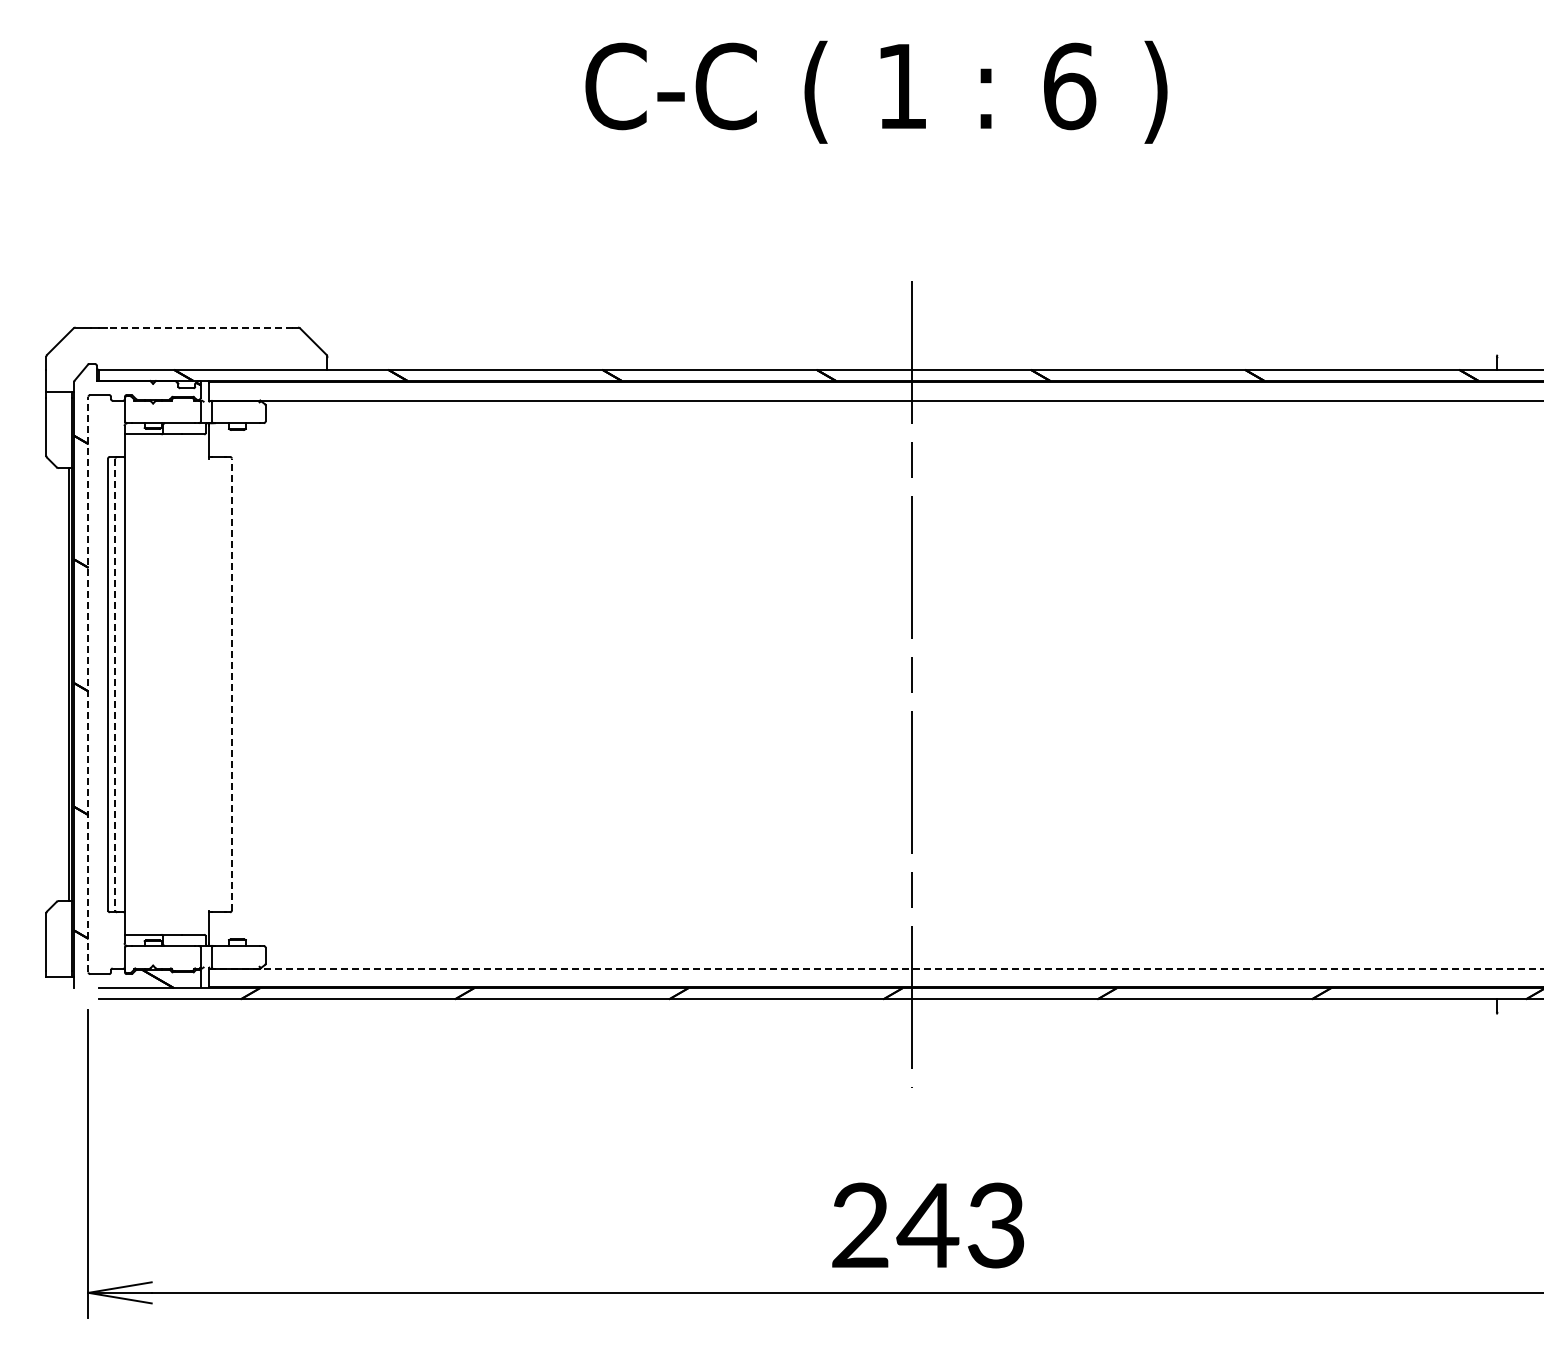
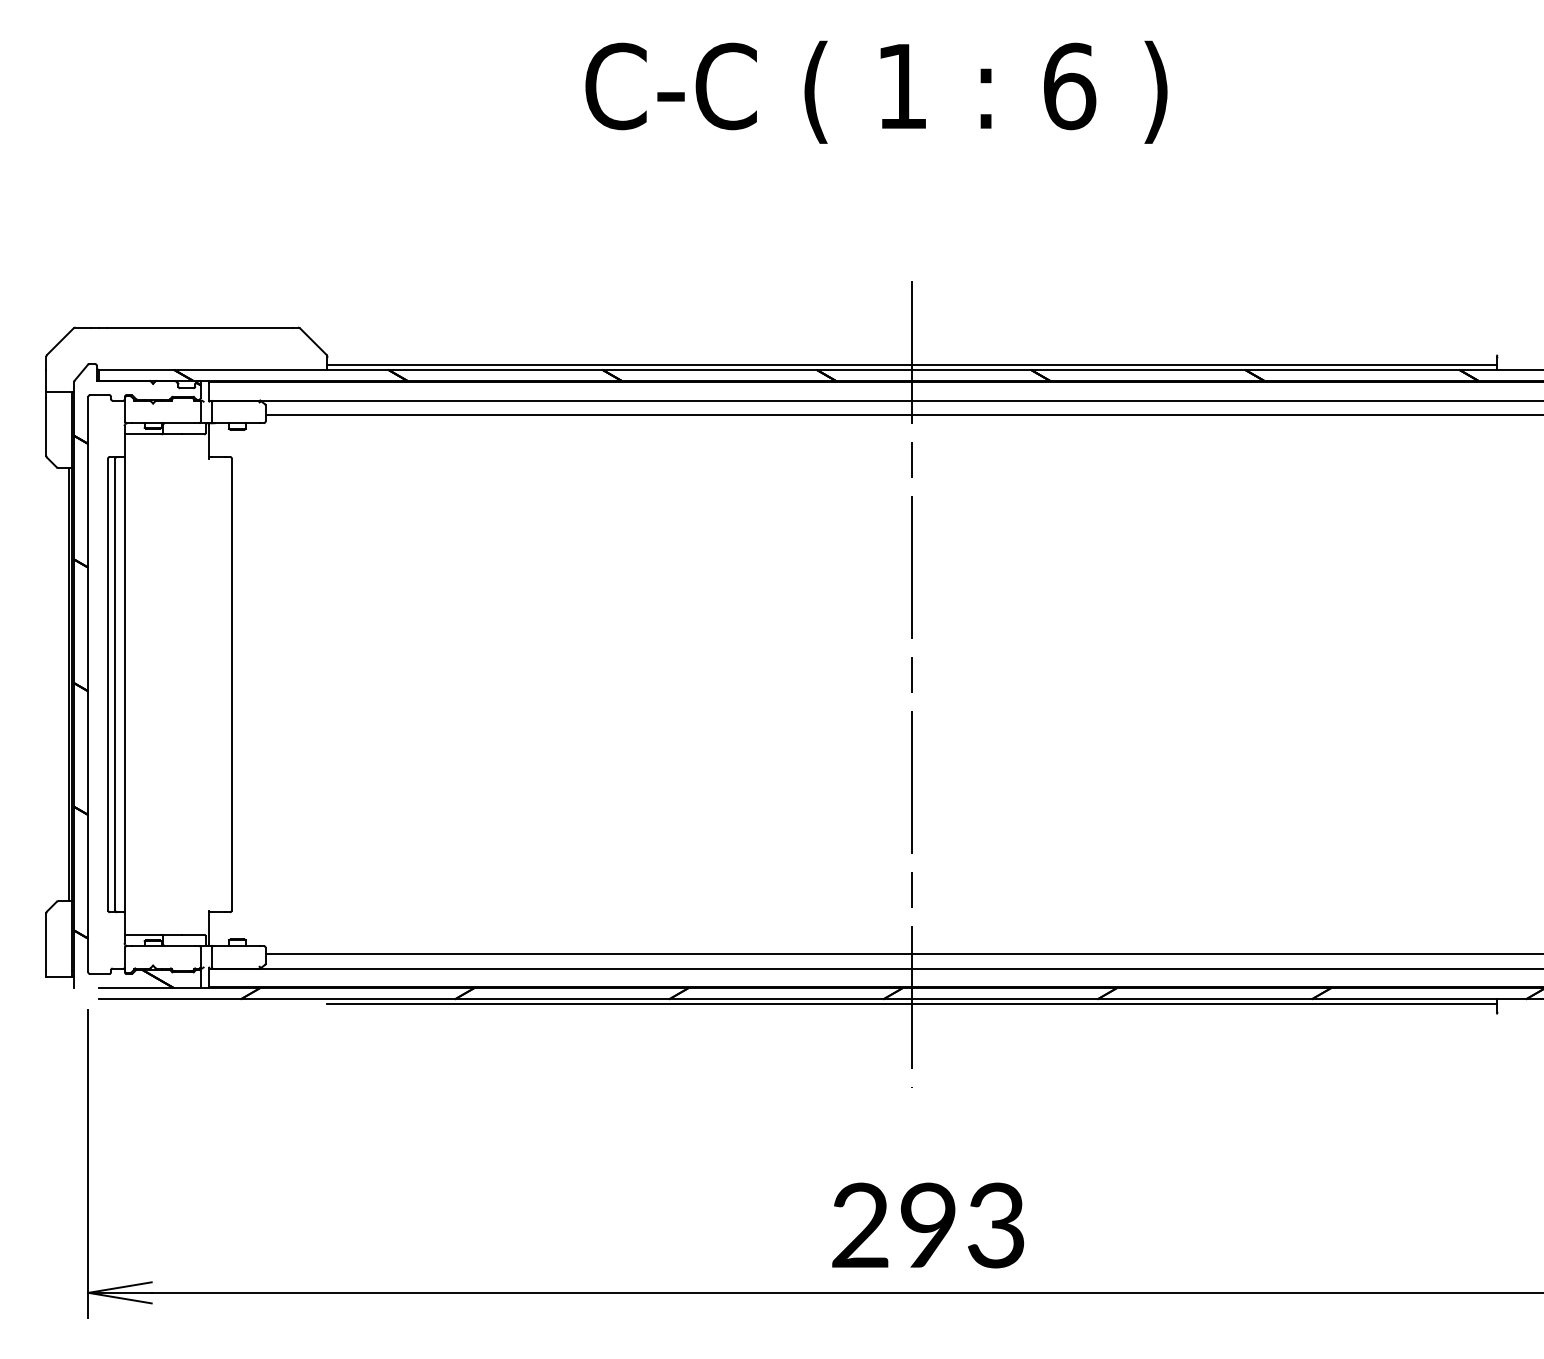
line at (199, 327): dashed -> solid
line at (911, 365): none -> present
line at (902, 414): none -> present
line at (88, 684): dashed -> solid
line at (231, 684): dashed -> solid
line at (115, 685): dashed -> solid
line at (902, 954): none -> present
line at (877, 968): dashed -> solid
line at (911, 1003): none -> present
text at (927, 1224): 243 -> 293
